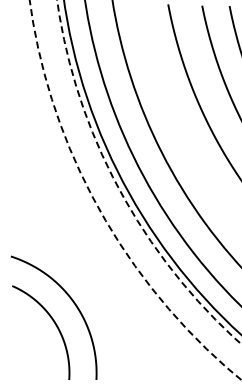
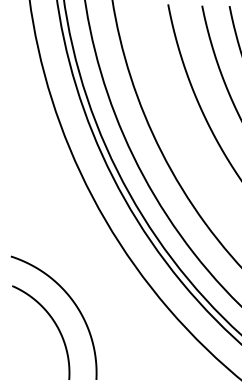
arc at (119, 189): dashed -> solid
arc at (98, 207): dashed -> solid
